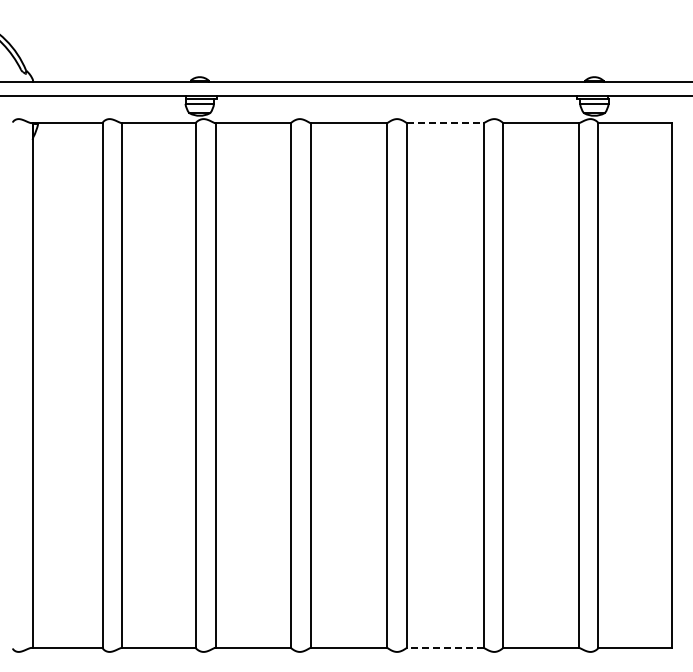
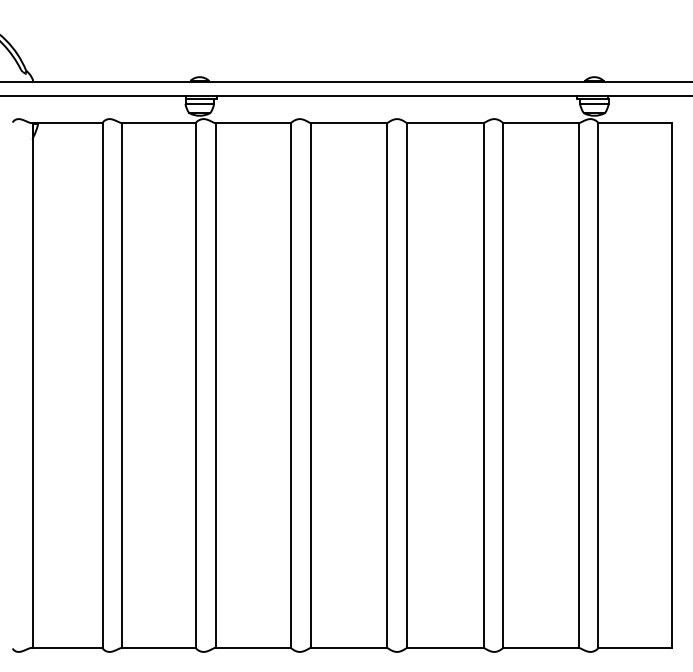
line at (445, 123): dashed -> solid
line at (444, 647): dashed -> solid
